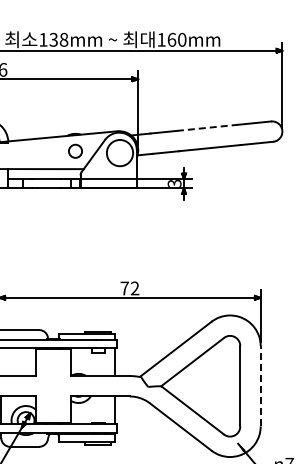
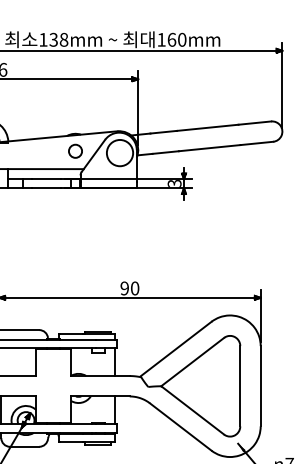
line at (207, 127): dashed -> solid
text at (129, 288): 72 -> 90
line at (260, 385): dashed -> solid
